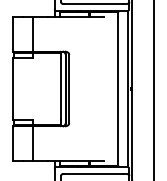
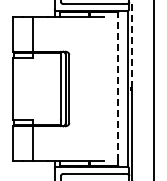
line at (132, 44): solid -> dashed
line at (118, 89): solid -> dashed
